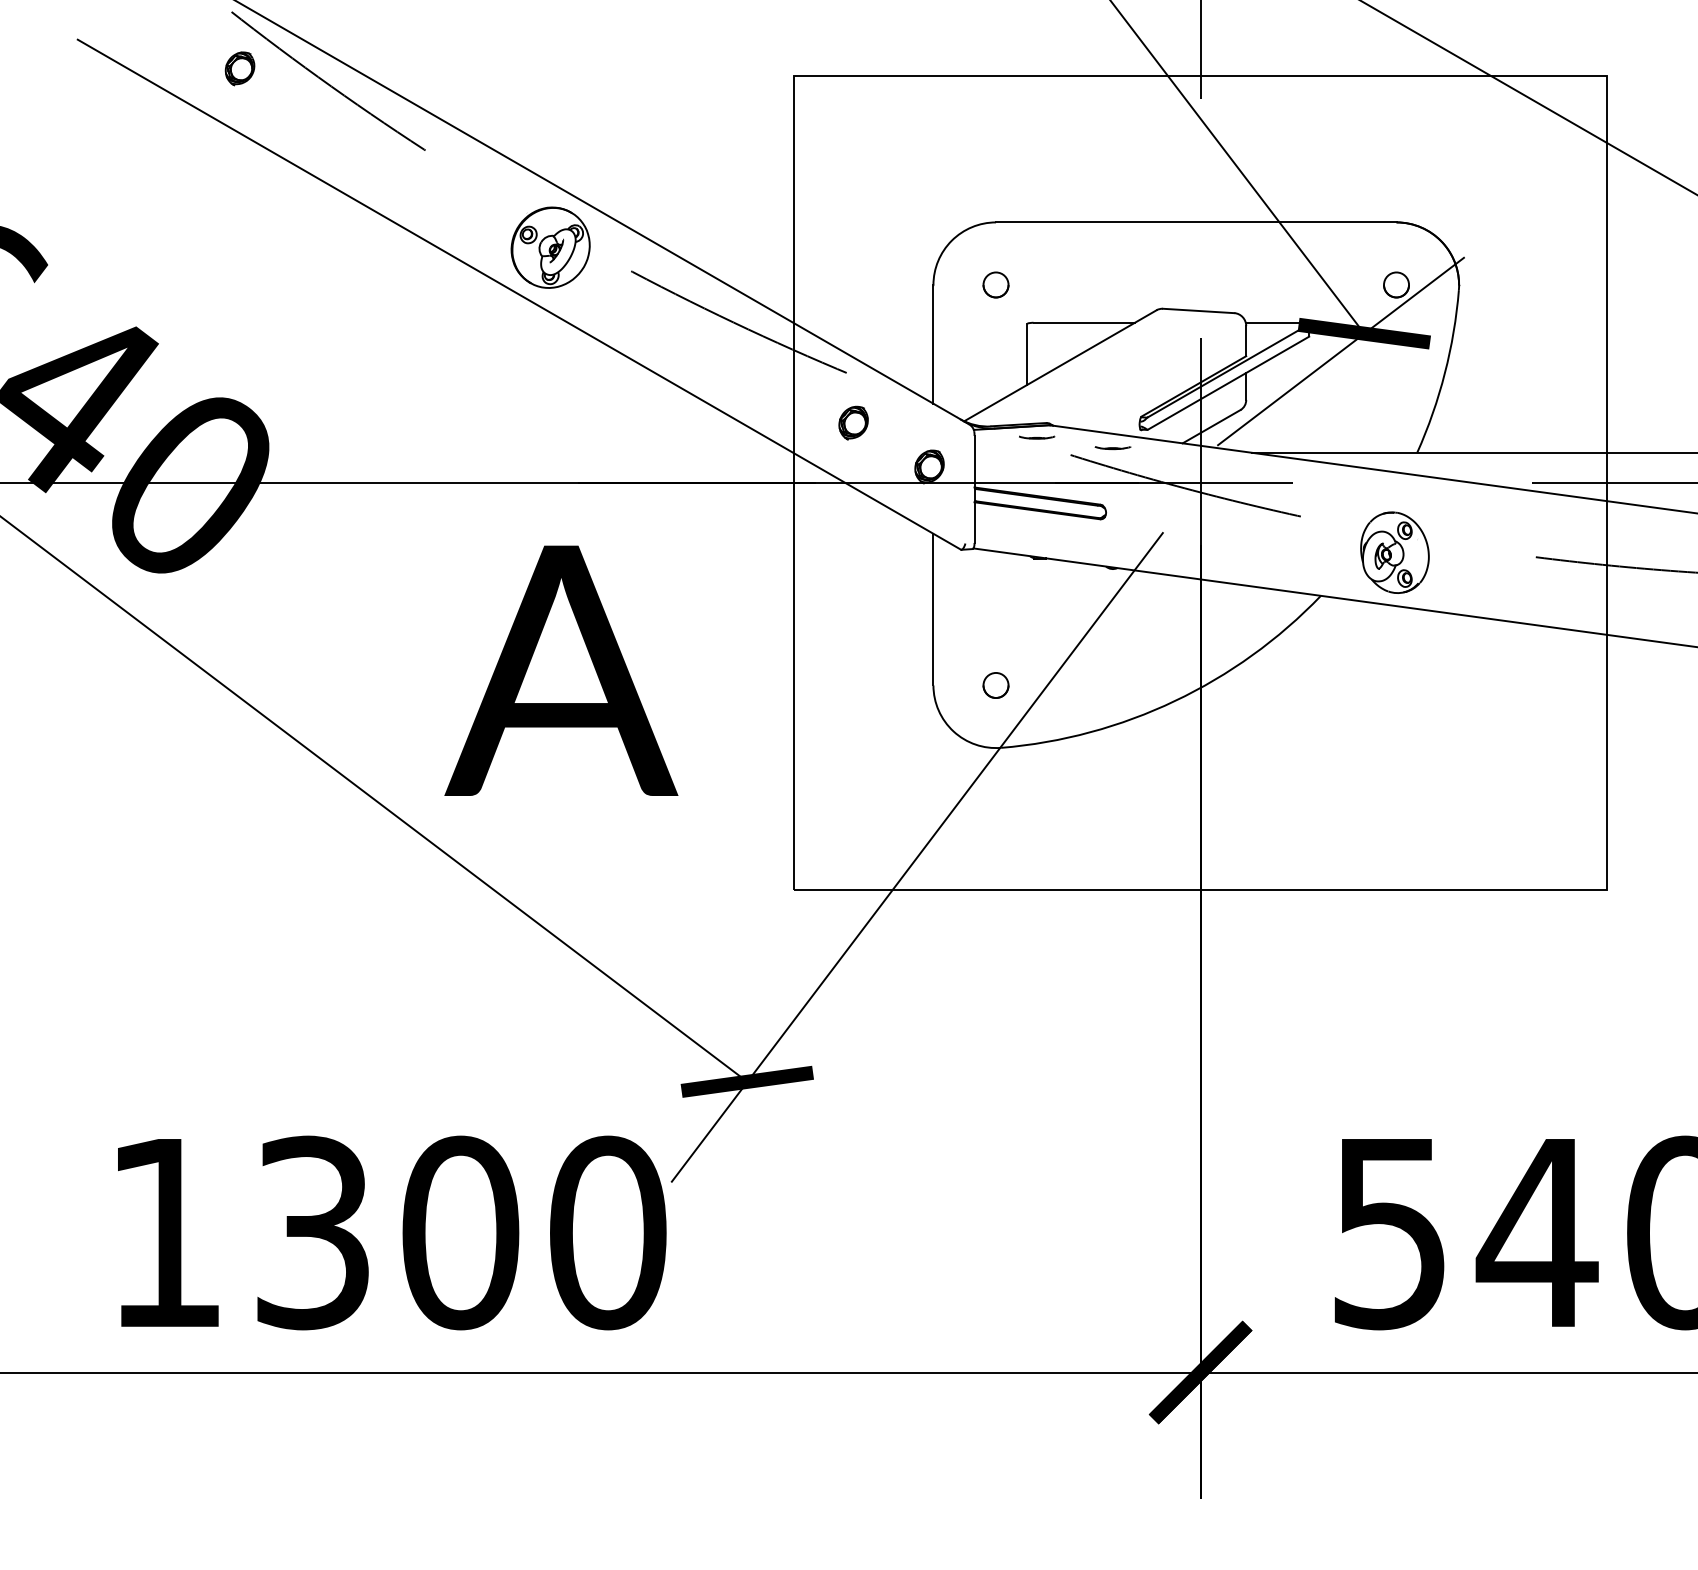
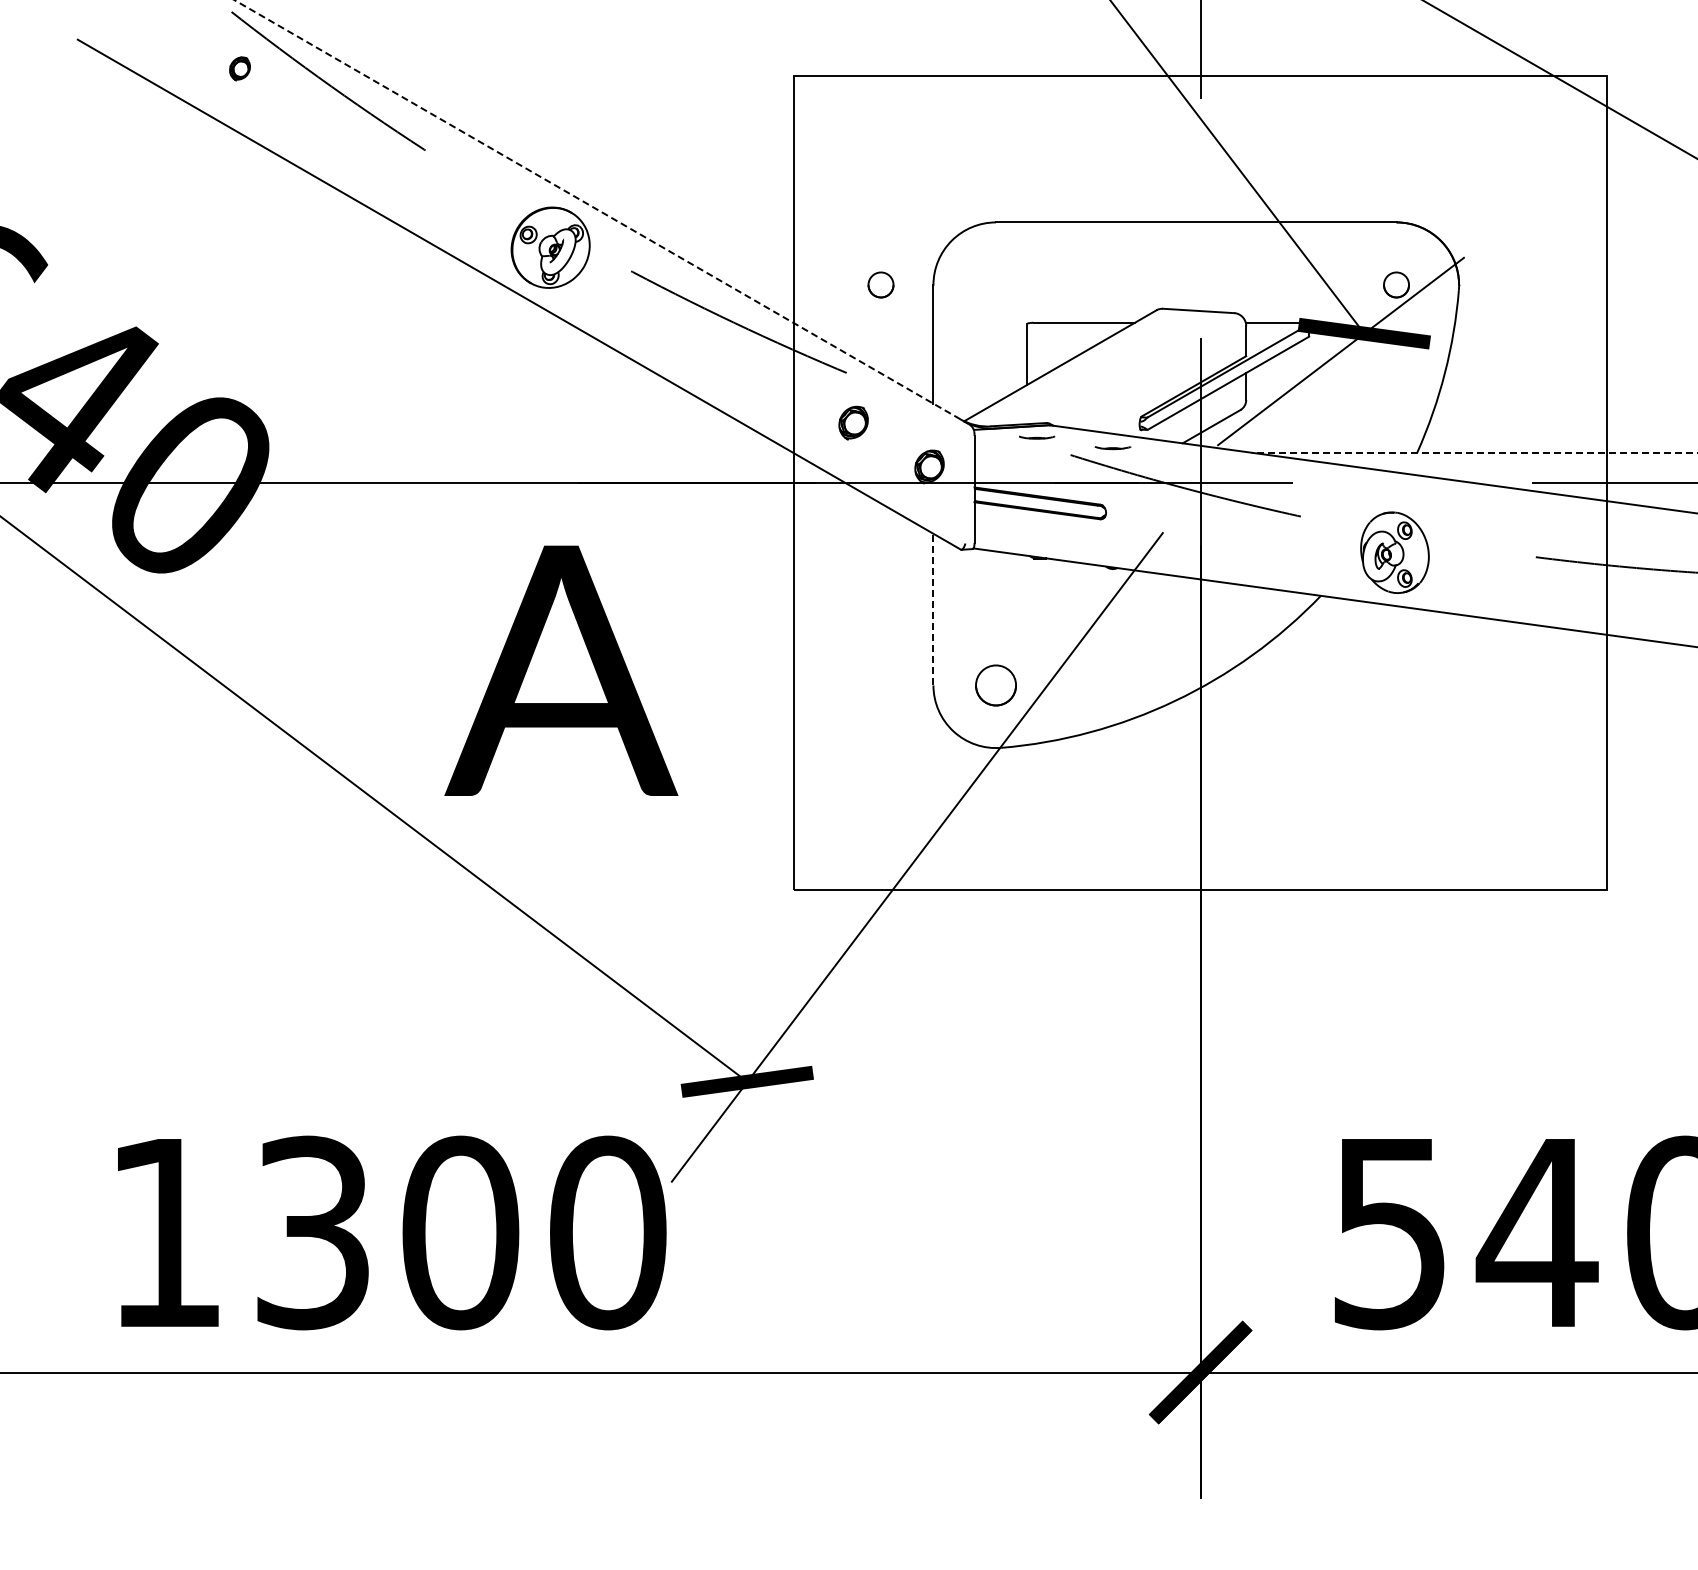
part at (239, 68) size: 32x36 px -> 22x26 px
line at (1528, 97) position: (1528, 97) -> (1559, 79)
line at (601, 212): solid -> dashed
circle at (995, 284) position: (995, 284) -> (880, 284)
line at (1474, 452): solid -> dashed
line at (933, 609): solid -> dashed
circle at (995, 685) size: 28x27 px -> 42x43 px
